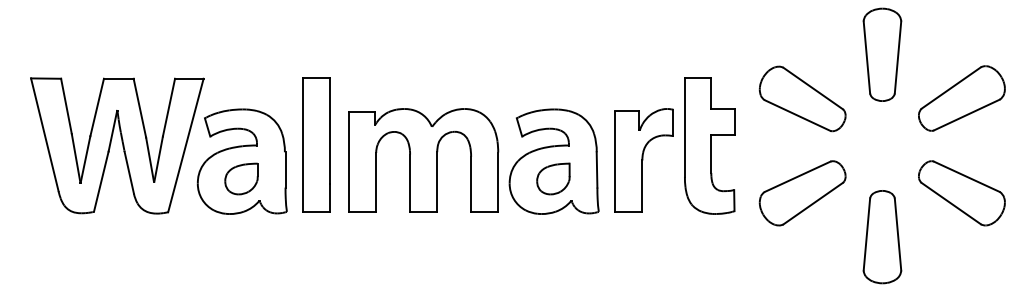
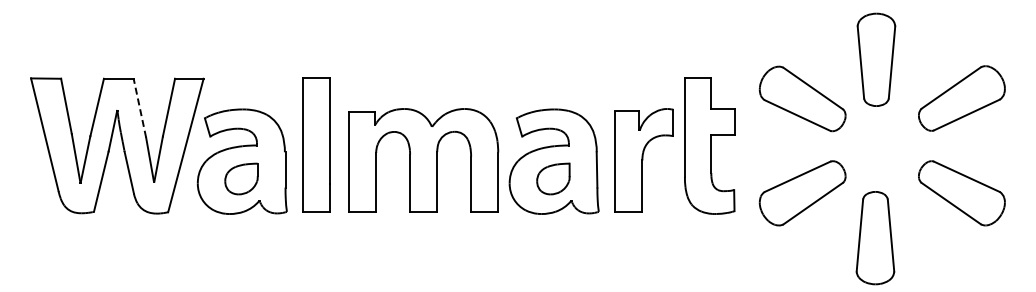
part at (882, 54) position: (882, 54) -> (876, 59)
line at (139, 107): solid -> dashed
part at (882, 237) position: (882, 237) -> (875, 238)
